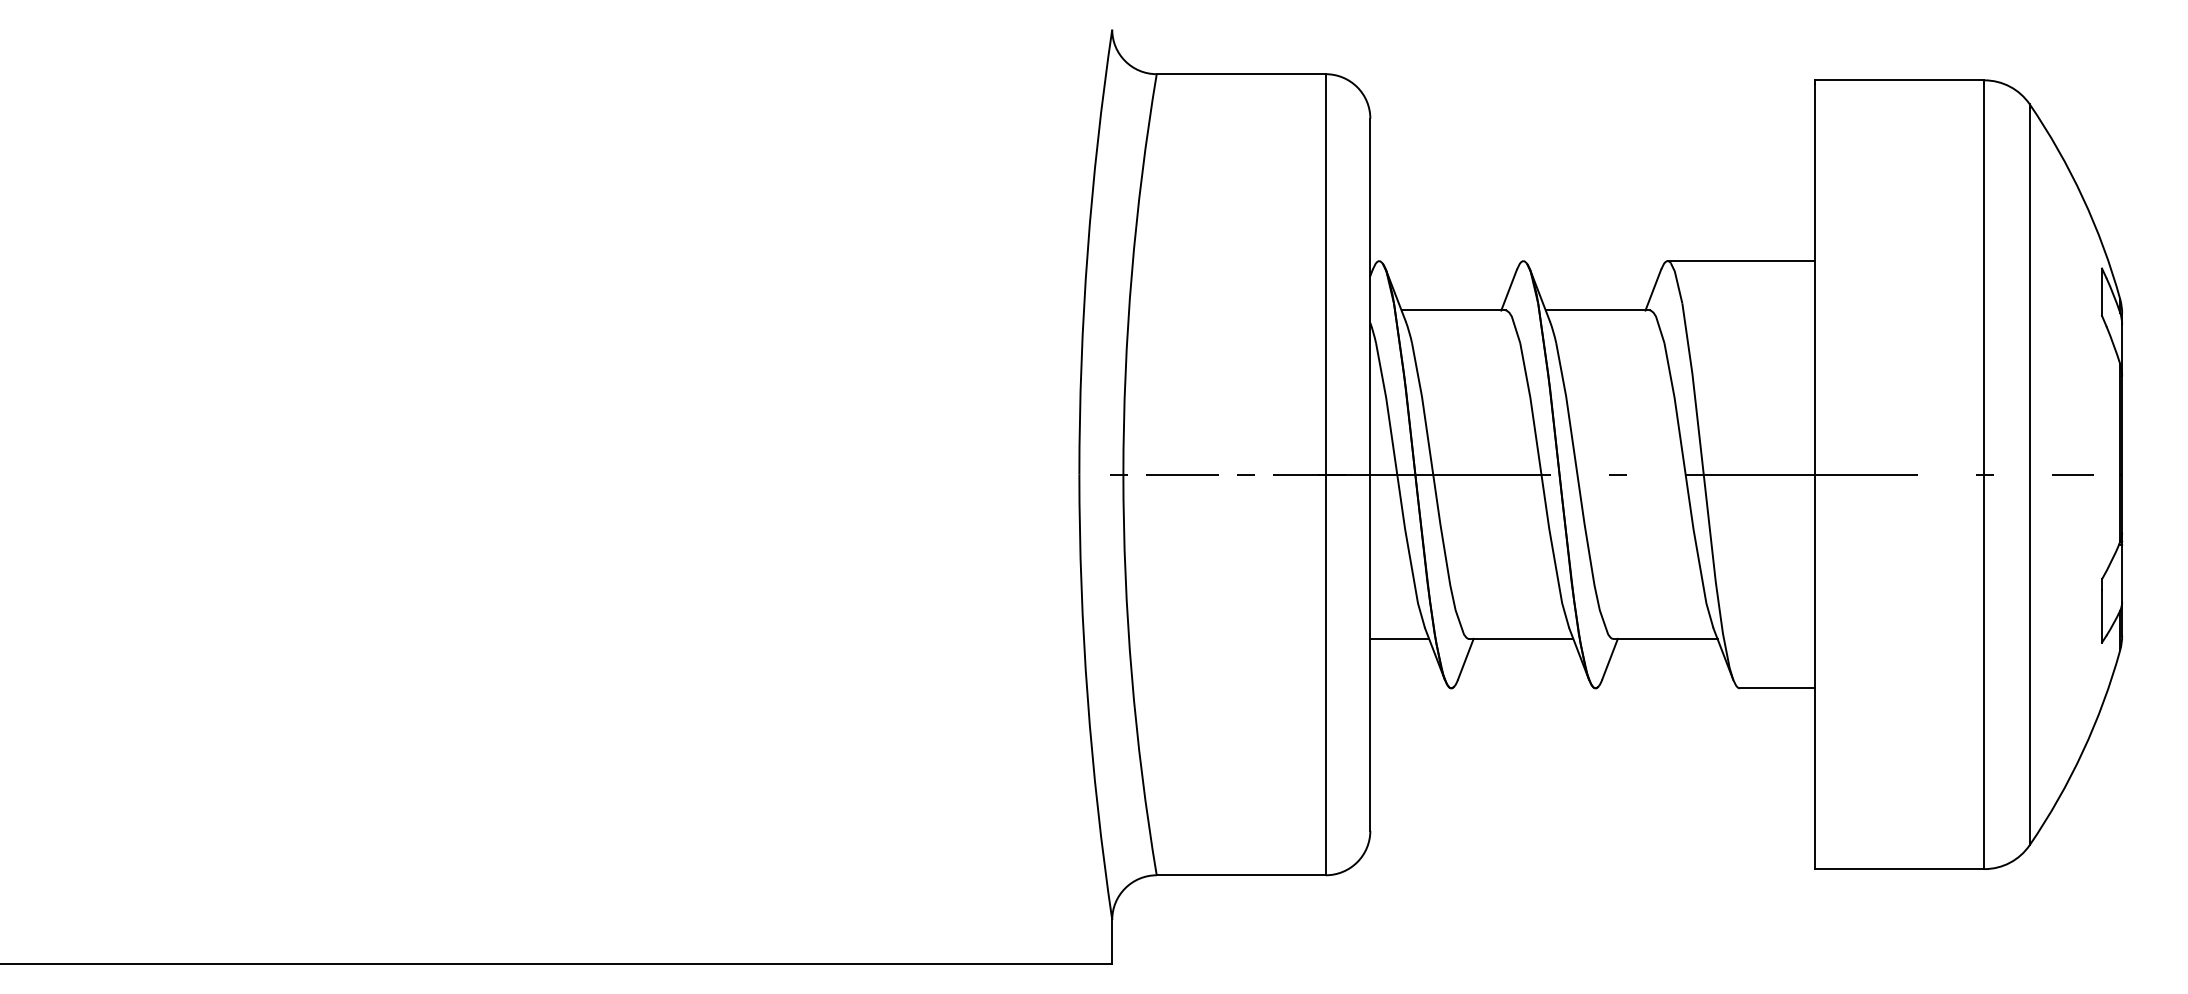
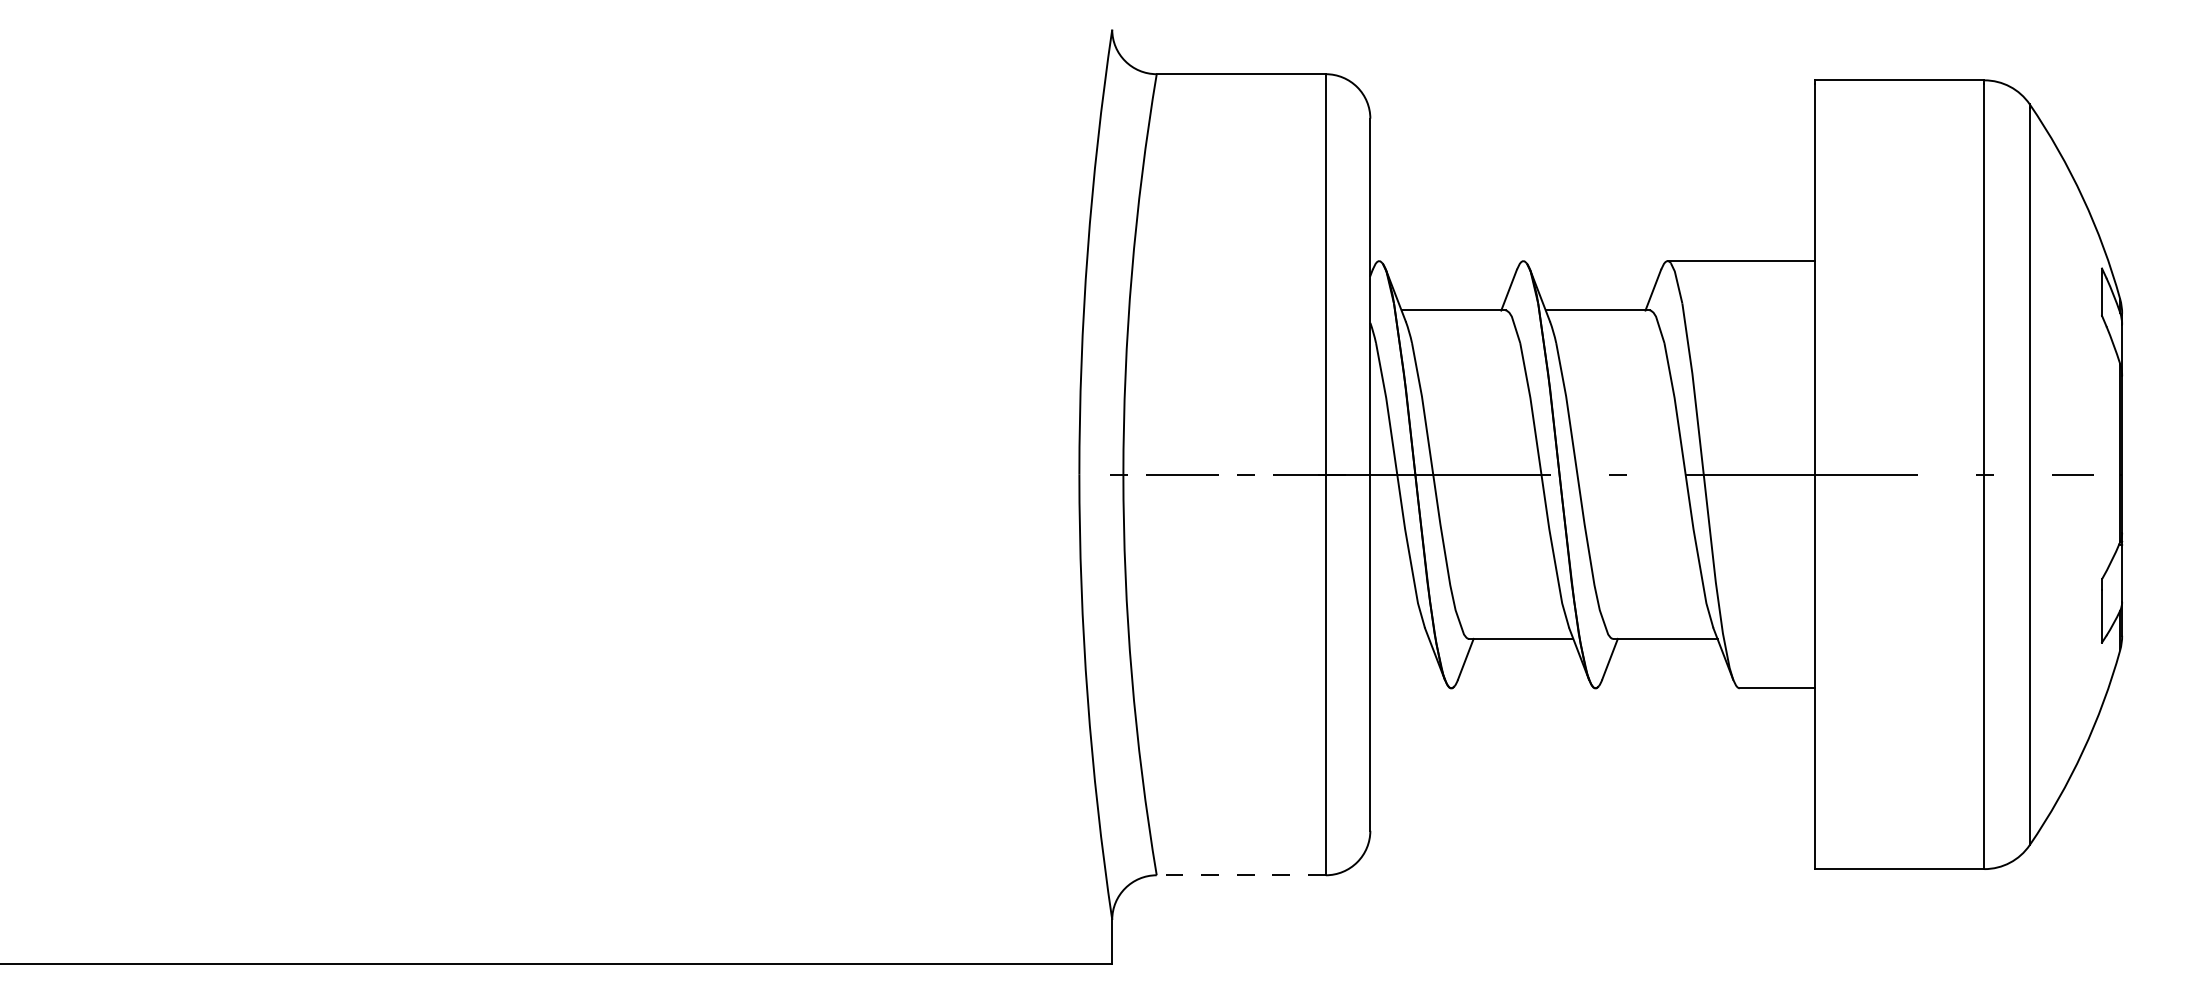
line at (1399, 639): present -> none
line at (1241, 875): solid -> dashed
